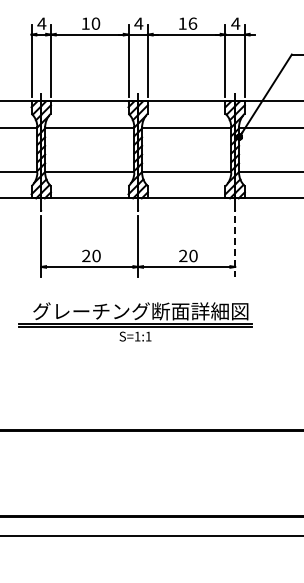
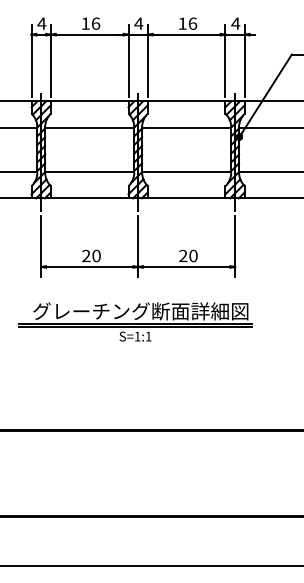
text at (95, 23): 10 -> 16
line at (235, 246): dashed -> solid
line at (151, 535) position: (151, 535) -> (151, 565)
